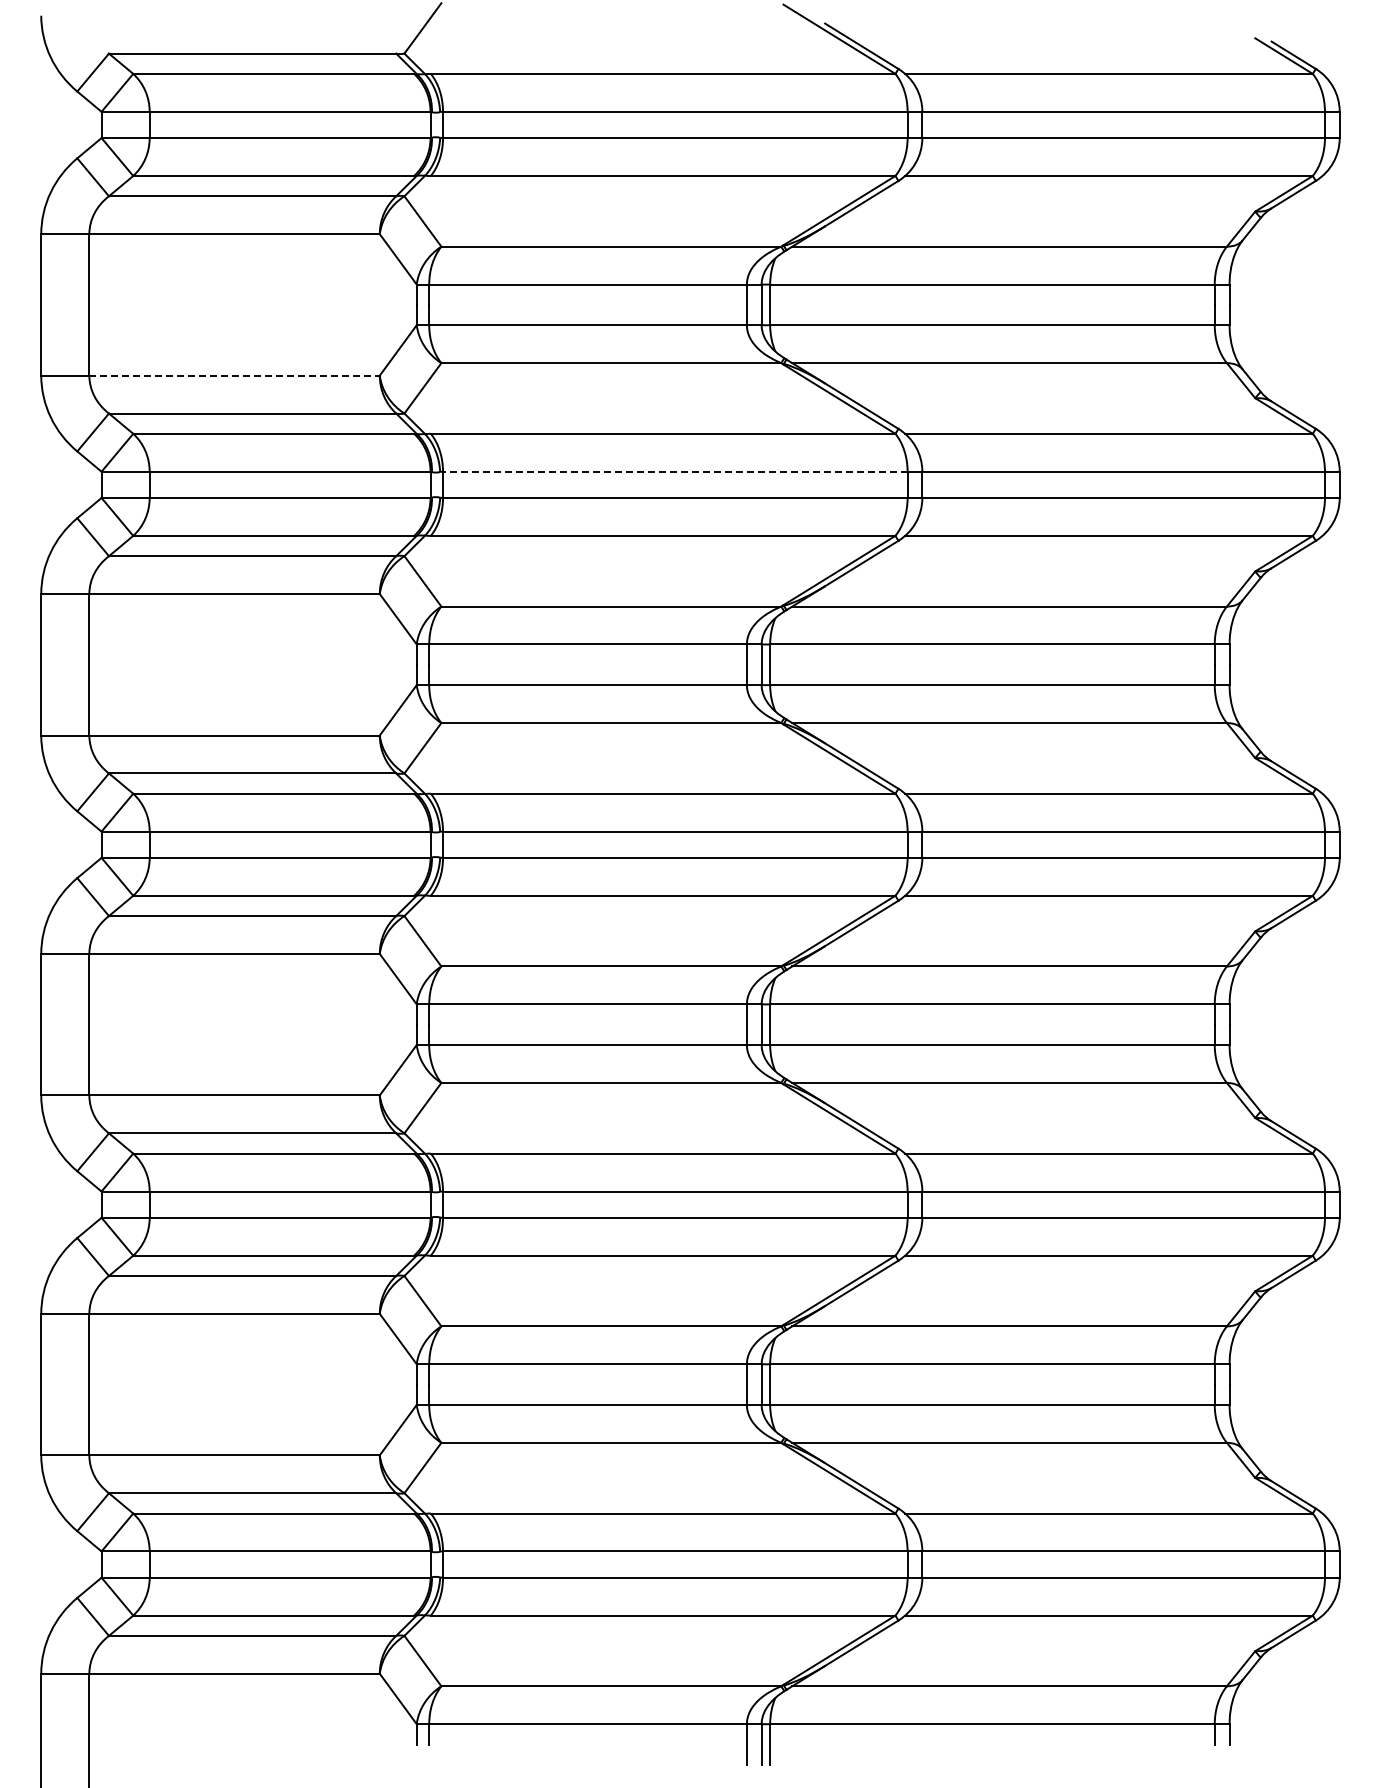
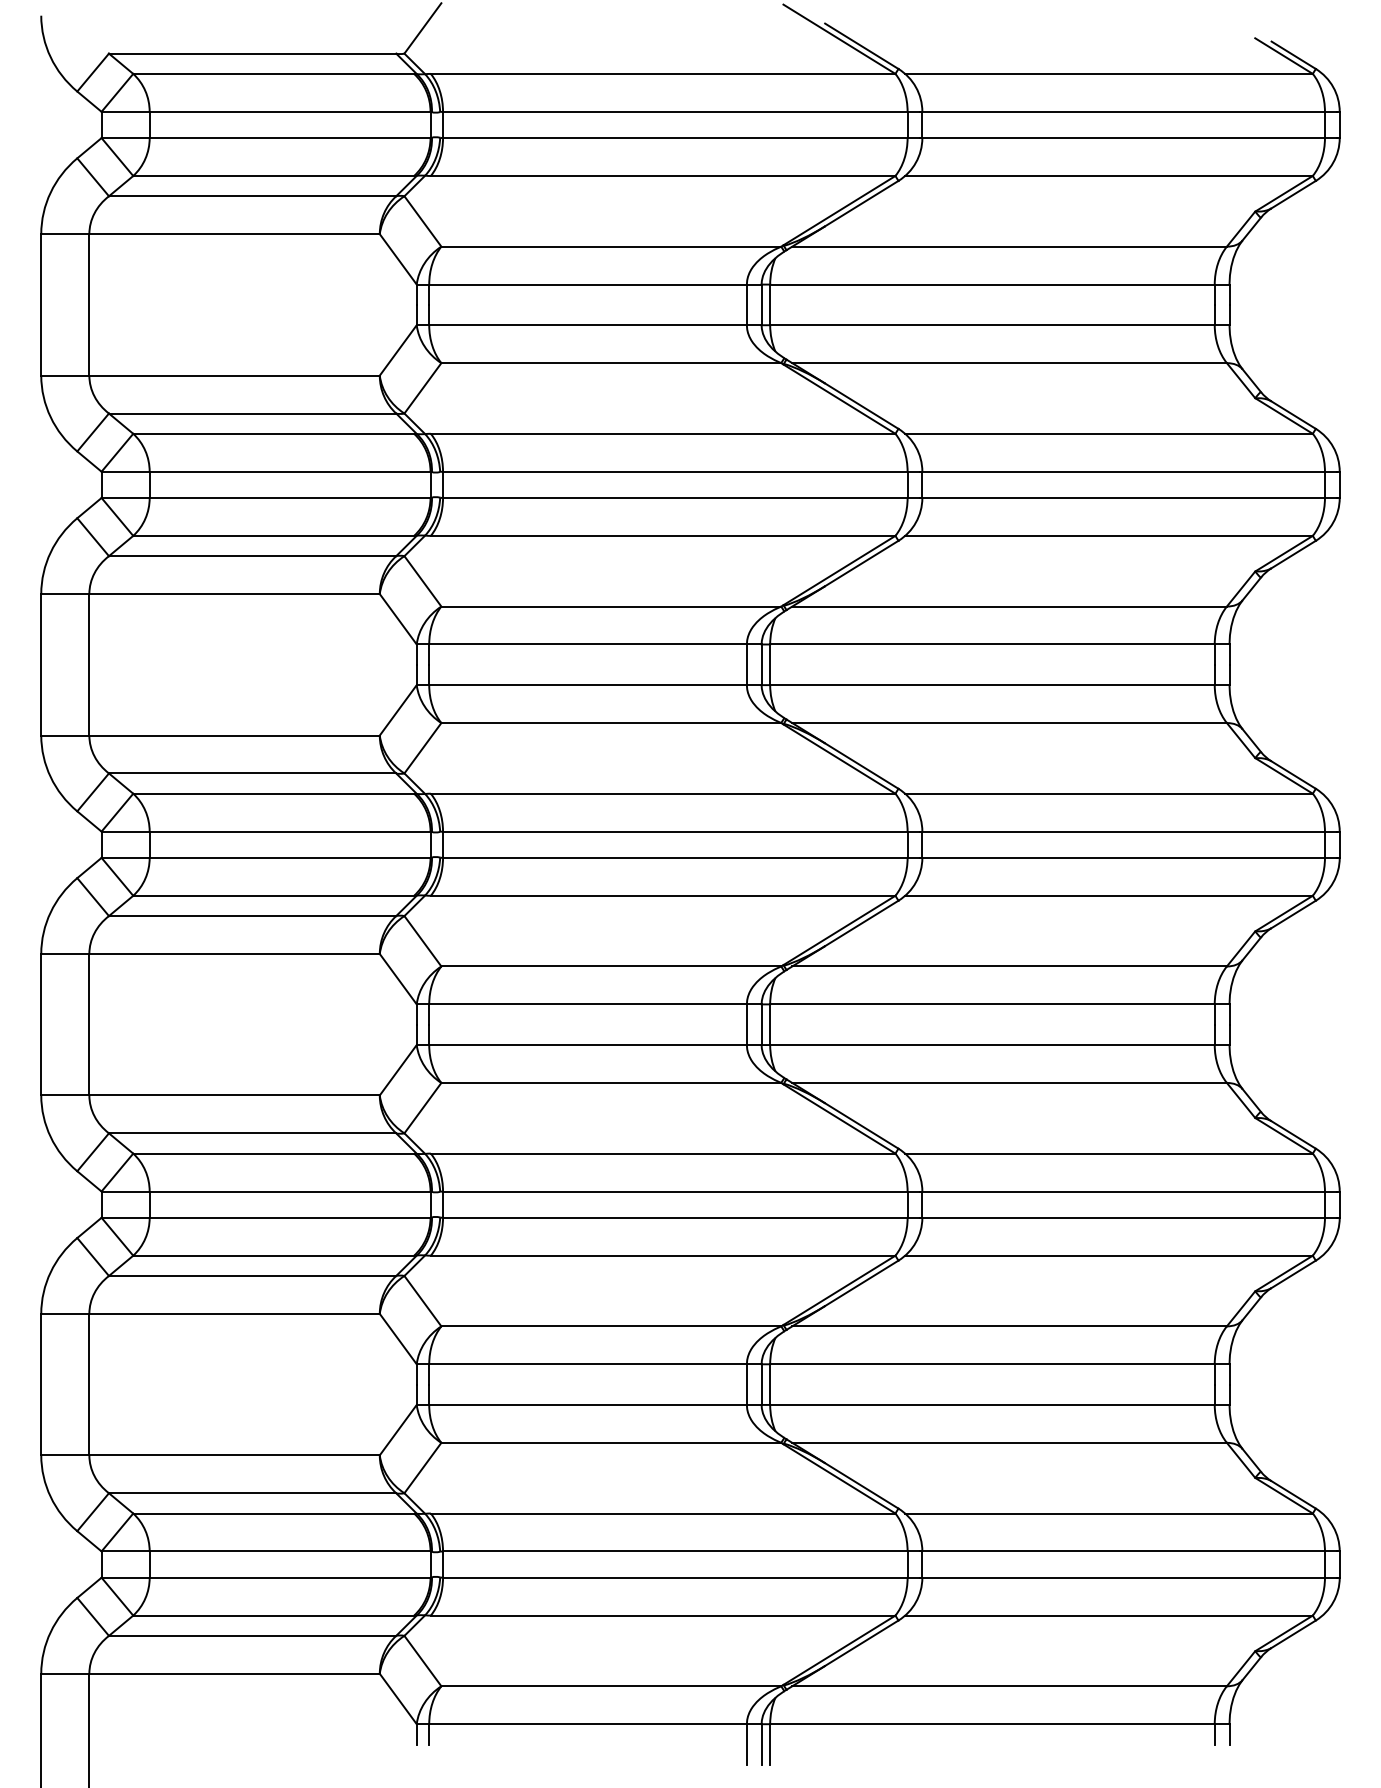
line at (235, 375): dashed -> solid
line at (674, 471): dashed -> solid
